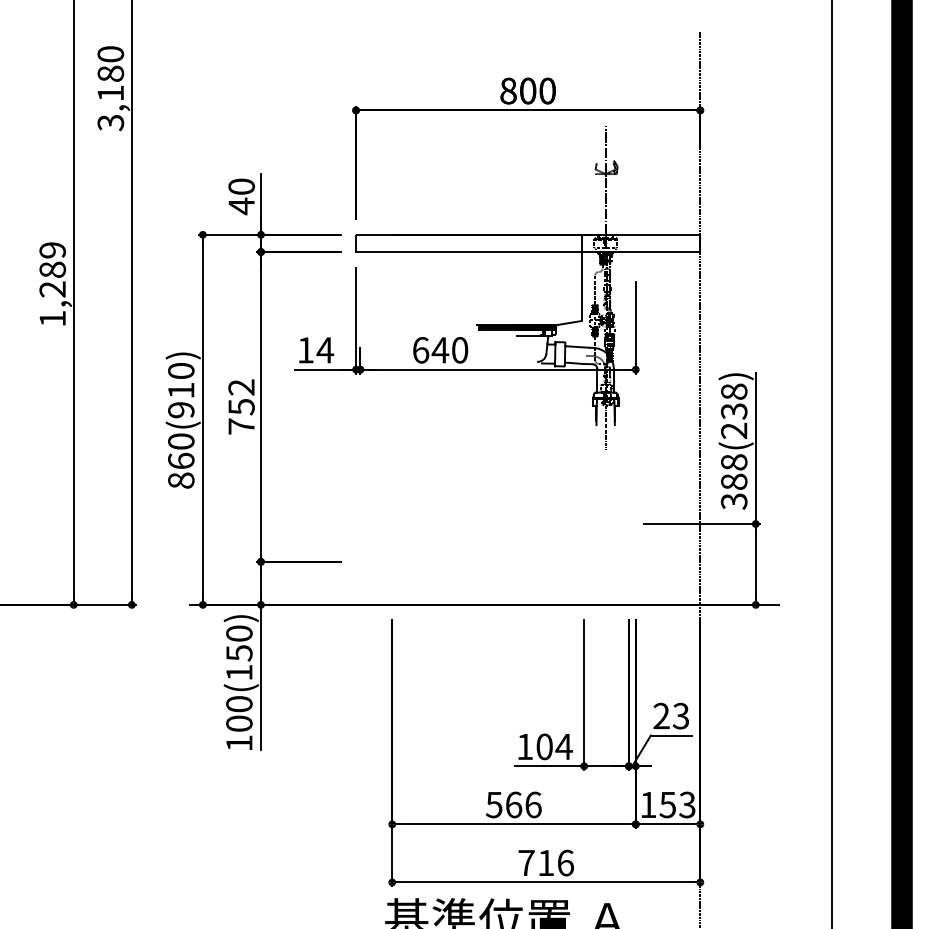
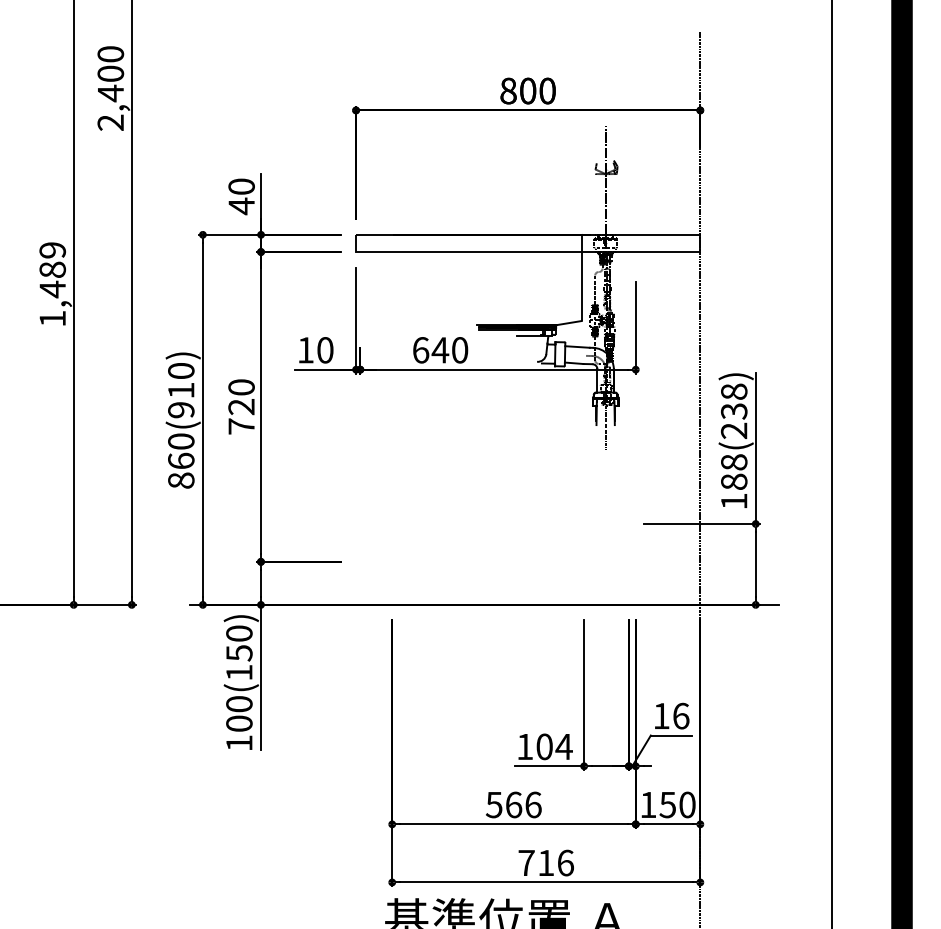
text at (111, 98): 3,180 -> 2,400
text at (52, 289): 1,289 -> 1,489
text at (325, 350): 14 -> 10
text at (241, 397): 752 -> 720
text at (734, 501): 388(238) -> 188(238)
text at (671, 715): 23 -> 16
text at (687, 804): 153 -> 150
